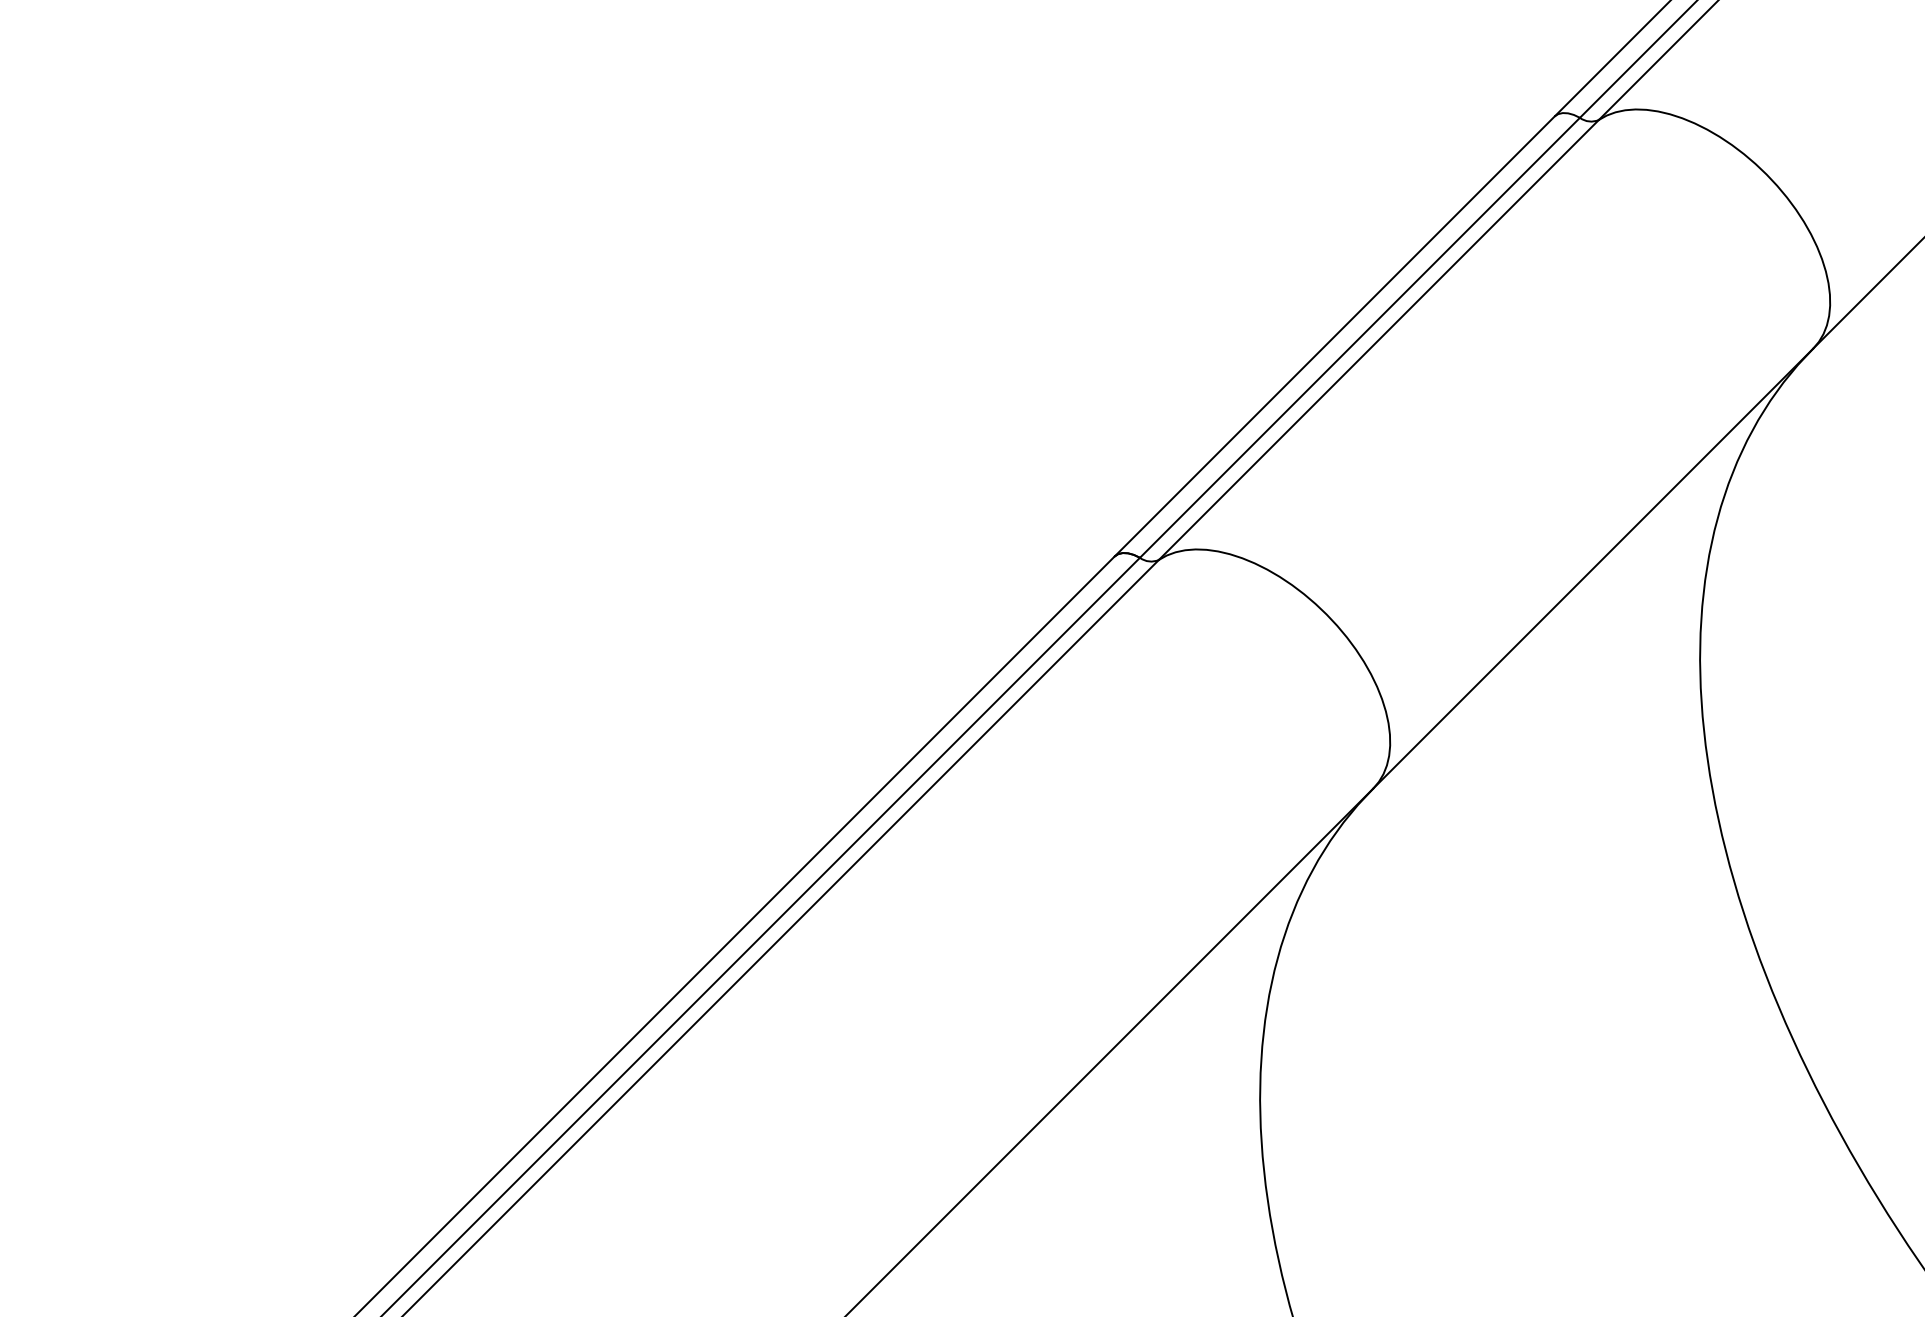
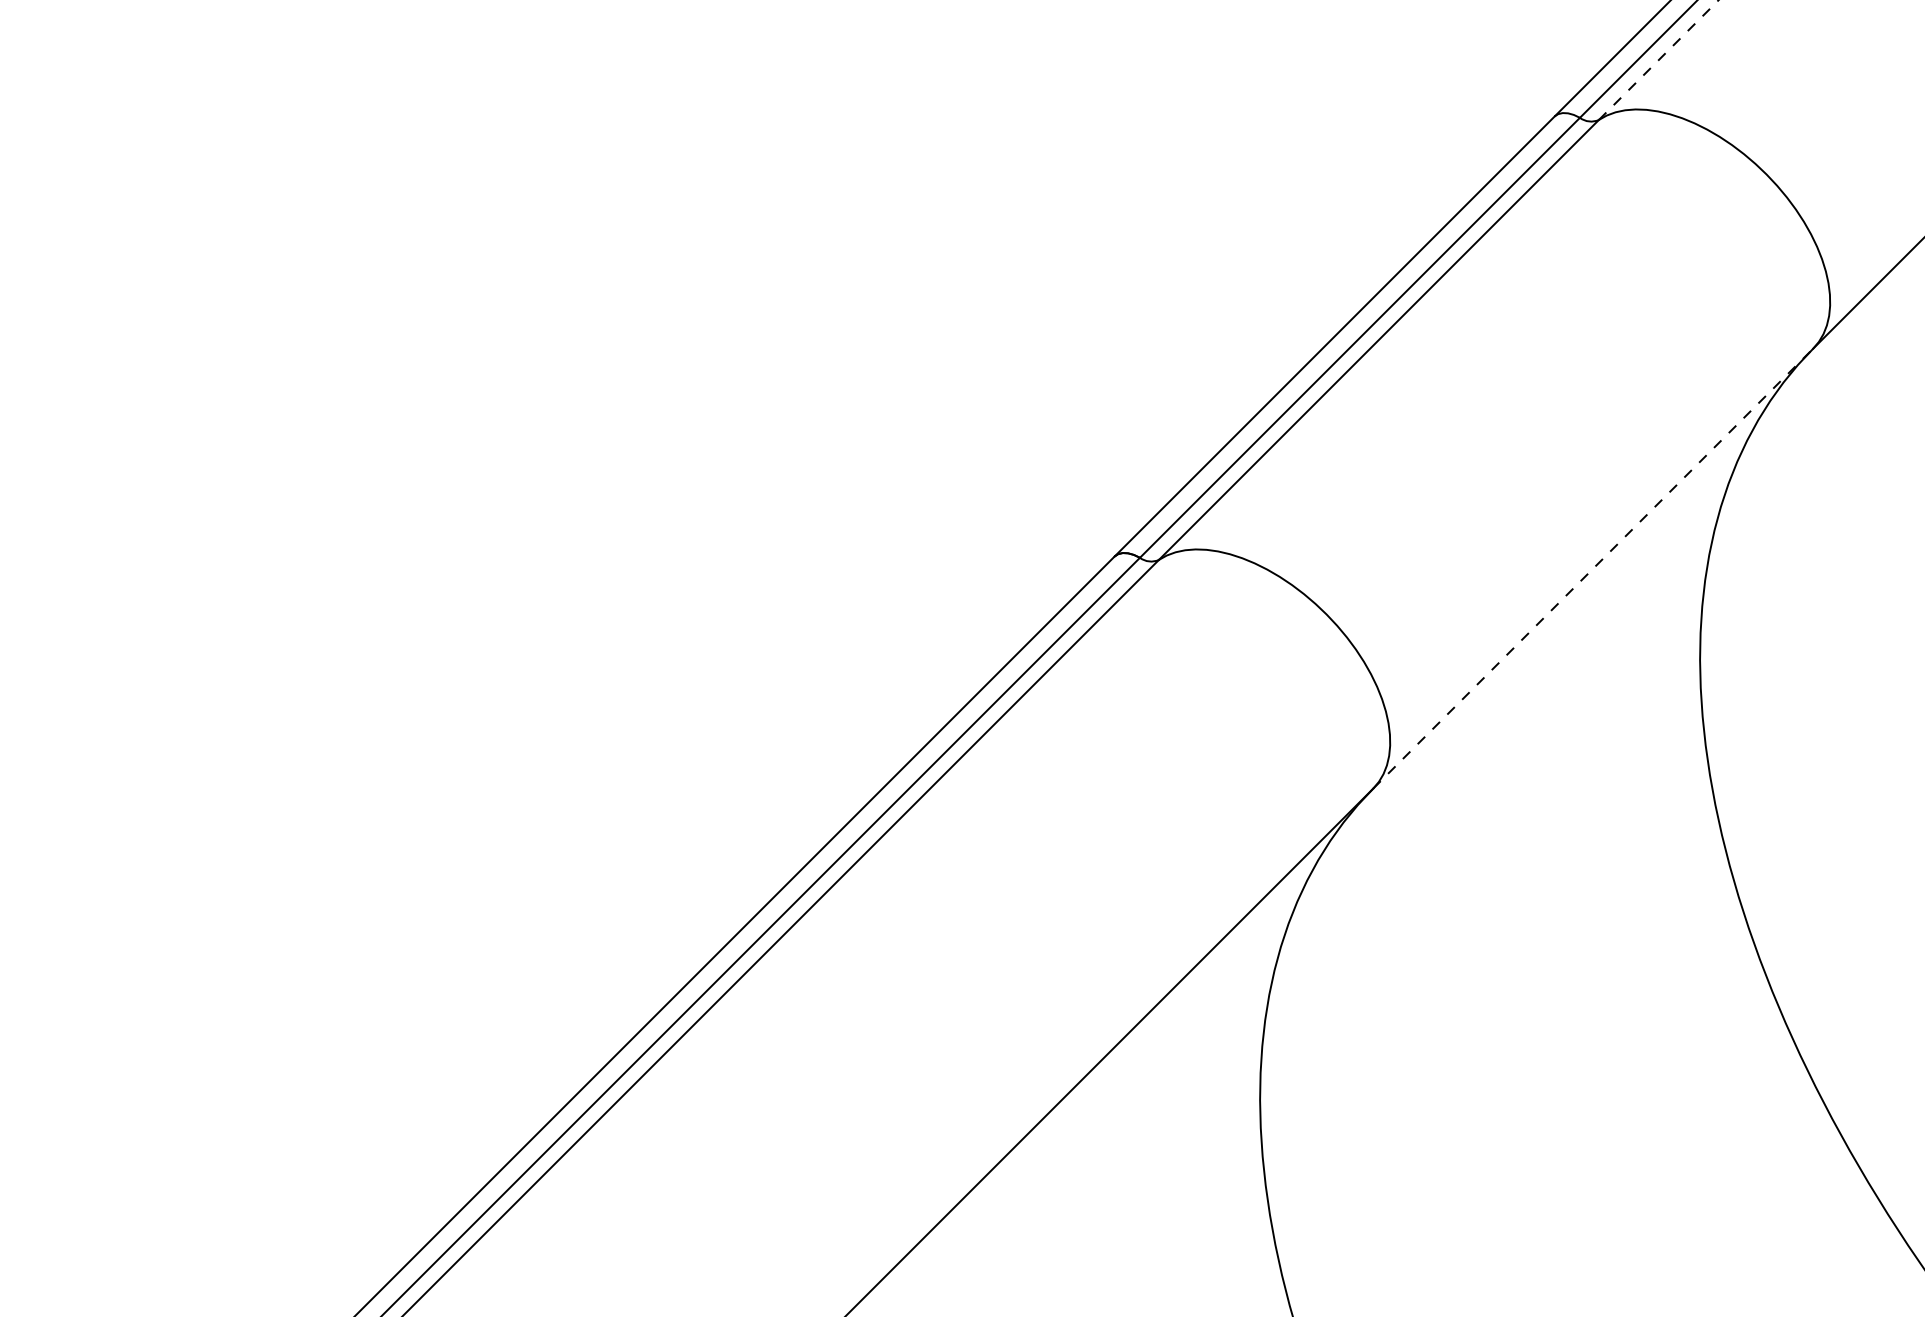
line at (1658, 59): solid -> dashed
line at (1593, 568): solid -> dashed
